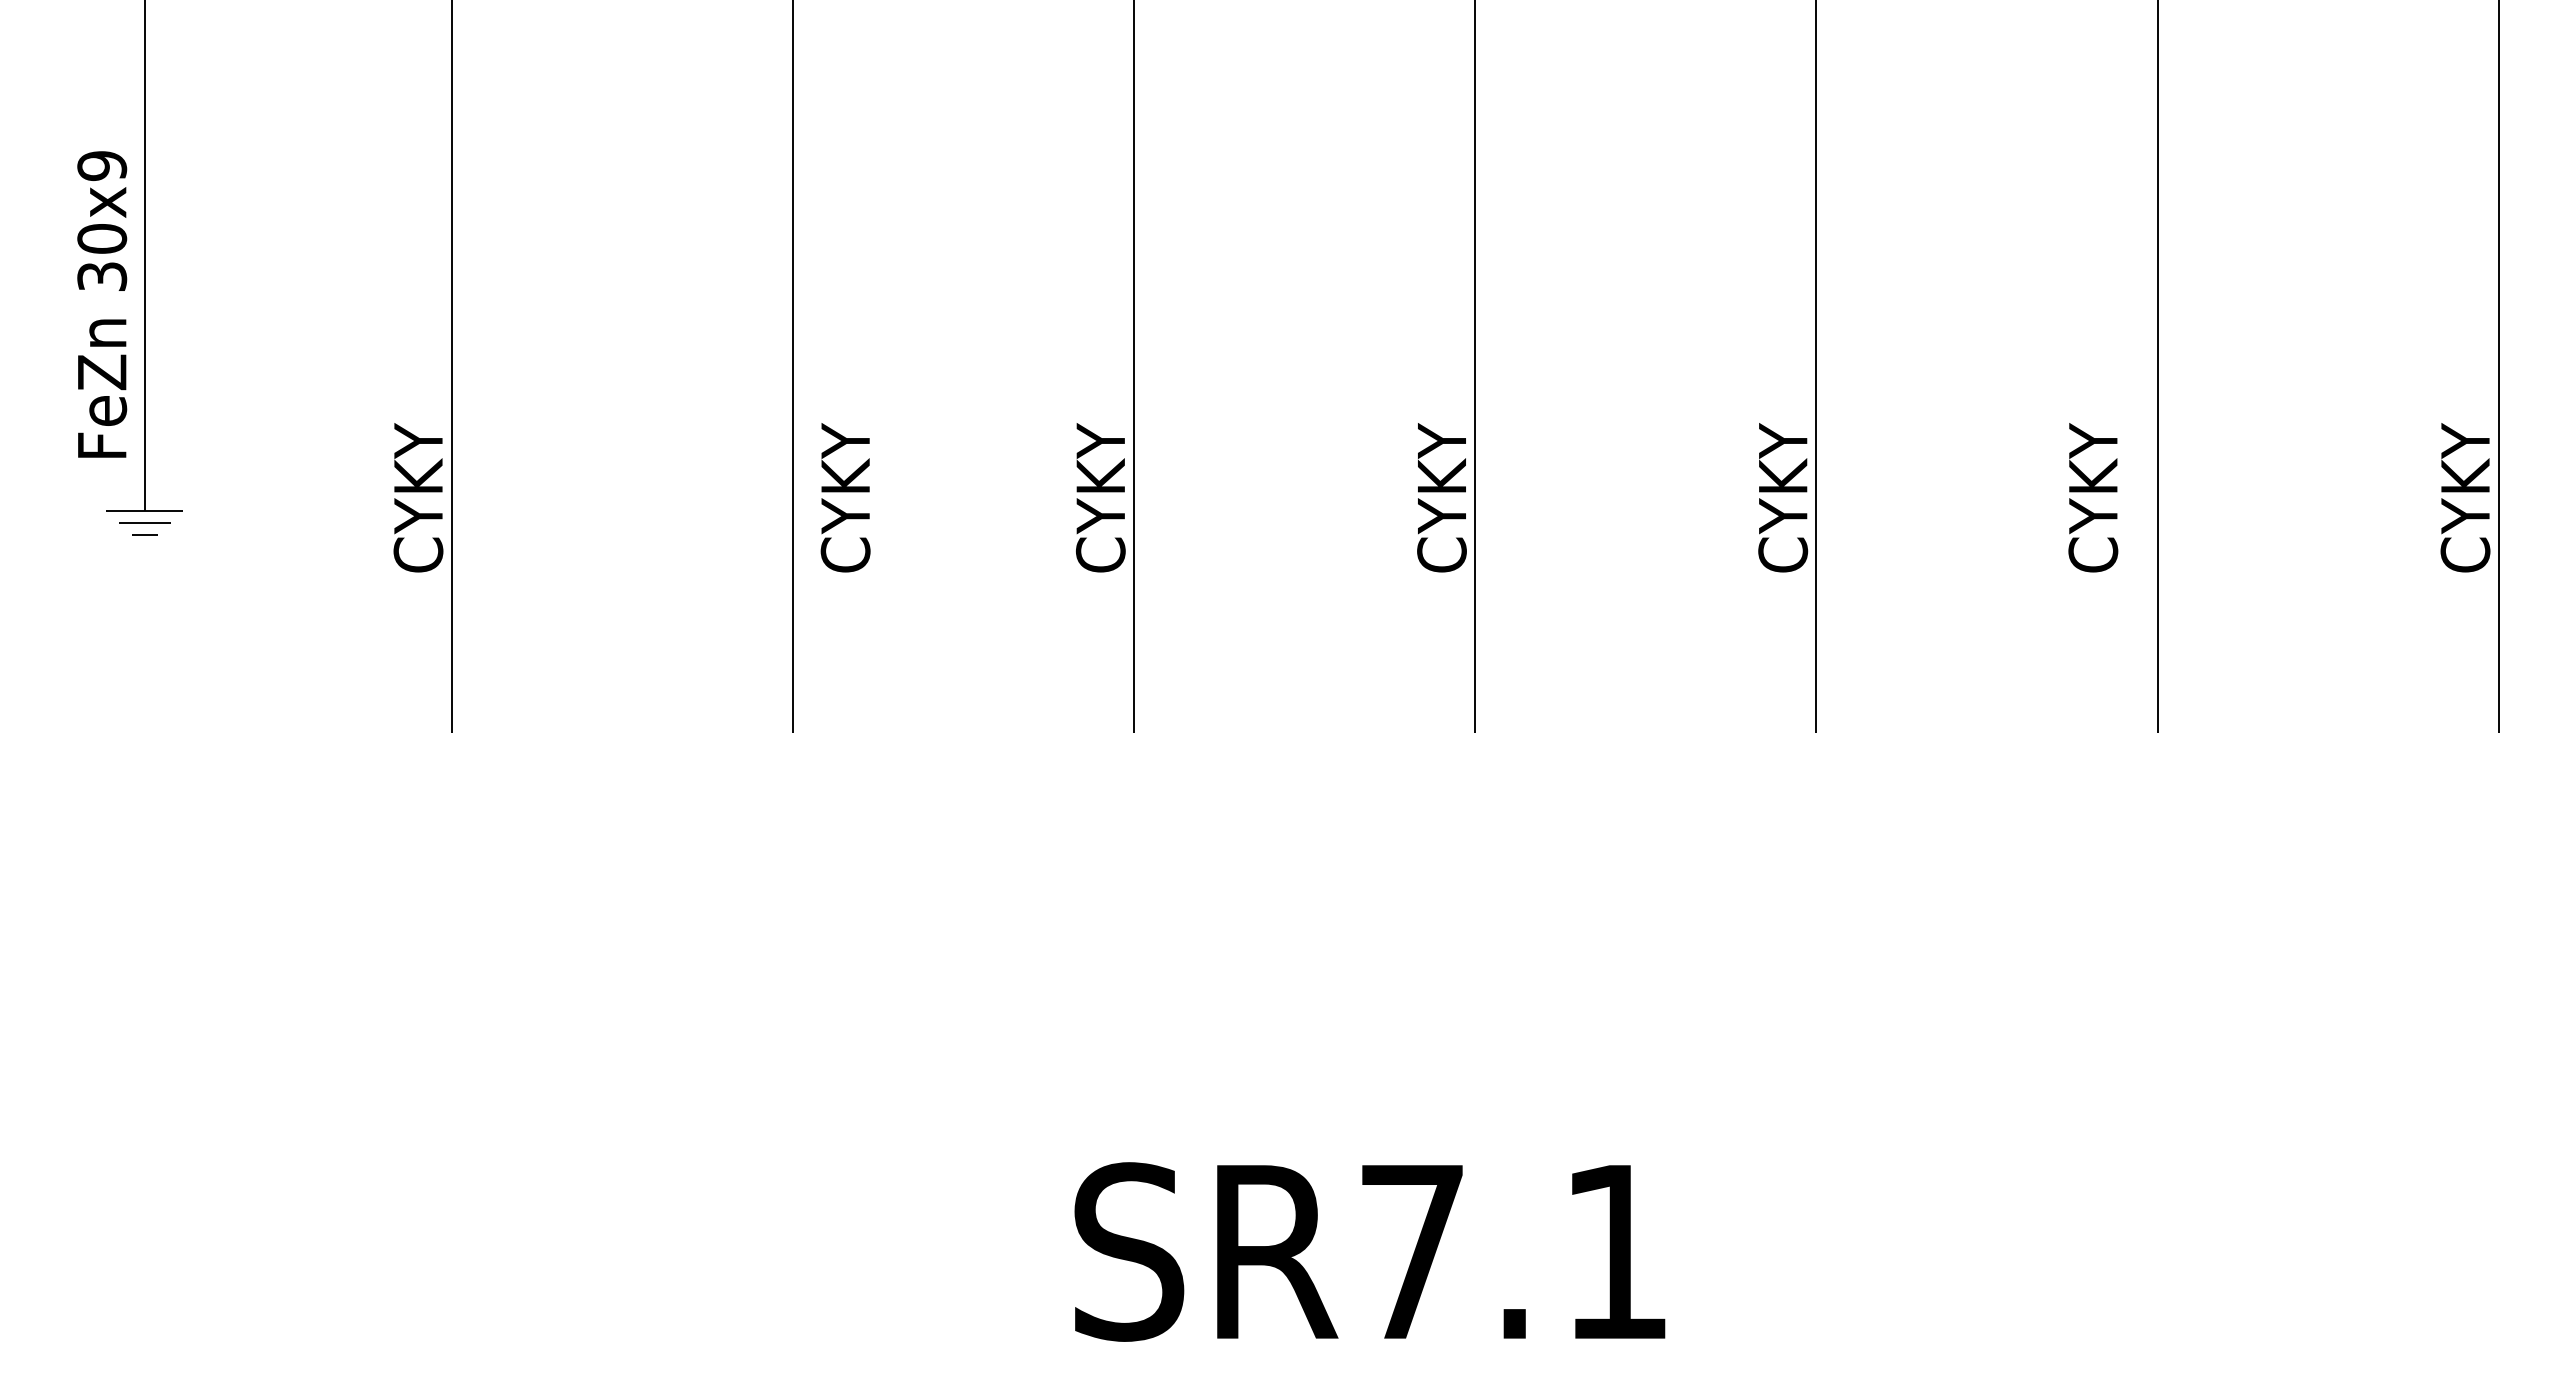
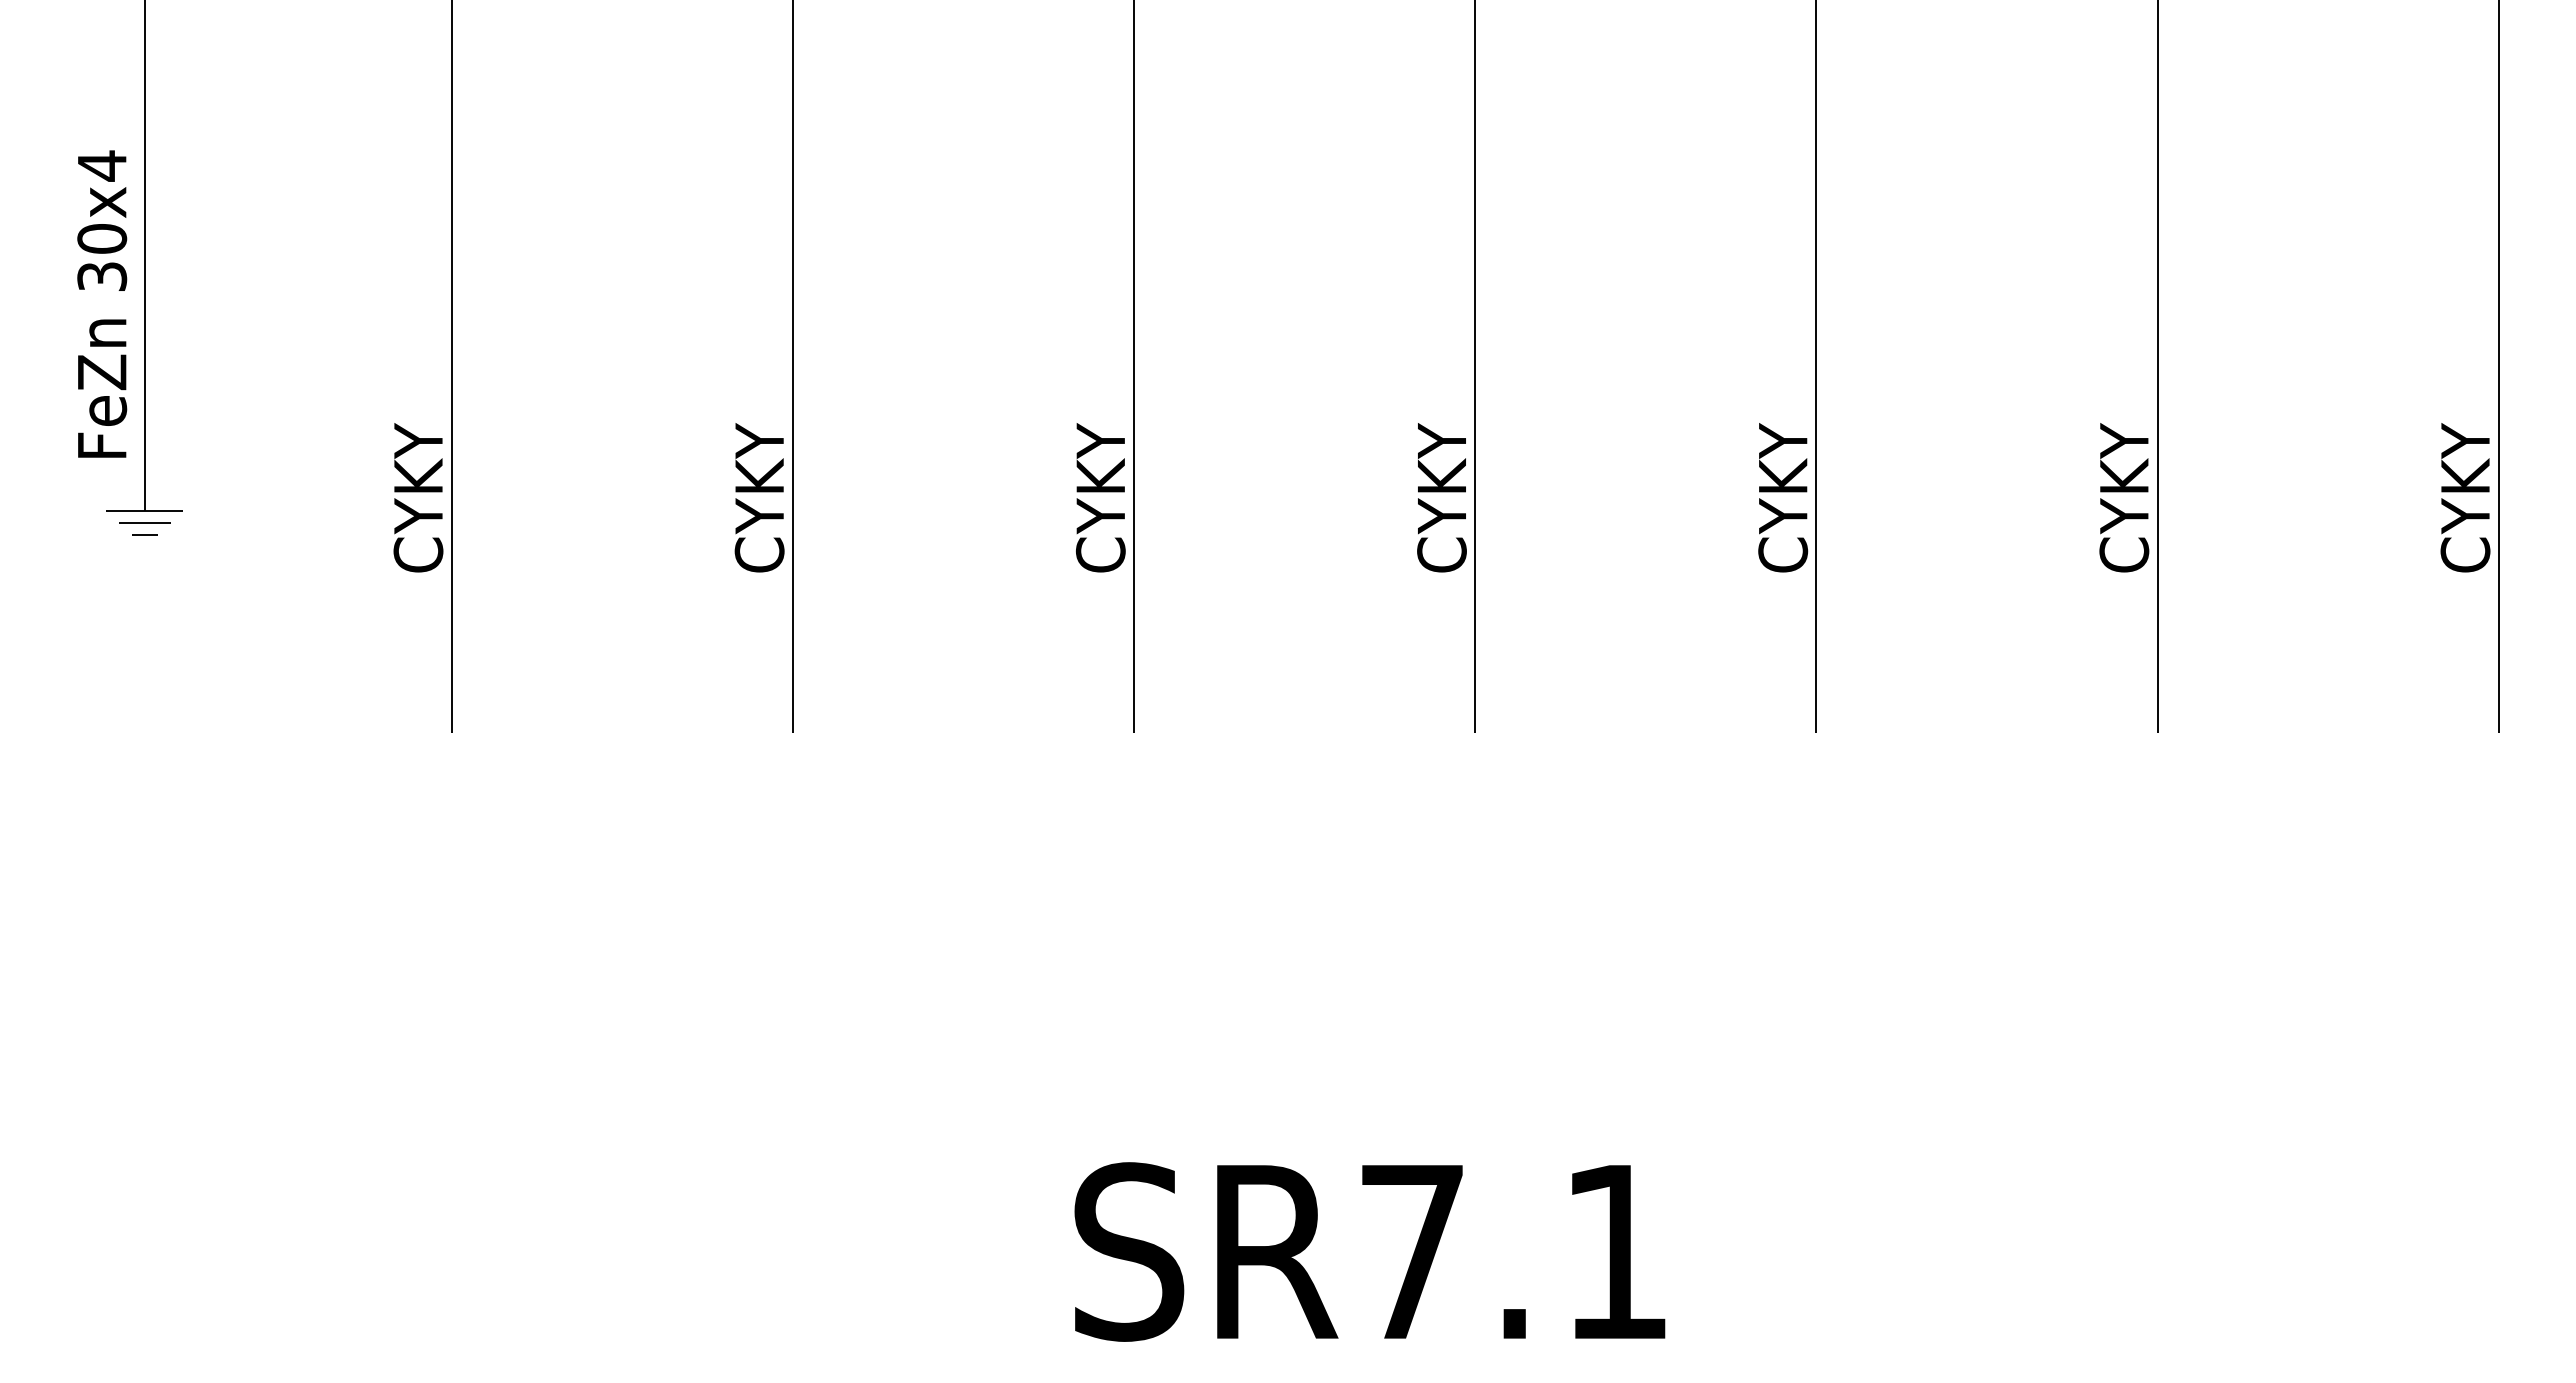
text at (102, 165): 30x9 -> 30x4
text at (845, 497) position: (845, 497) -> (759, 497)
text at (2093, 497) position: (2093, 497) -> (2124, 497)
